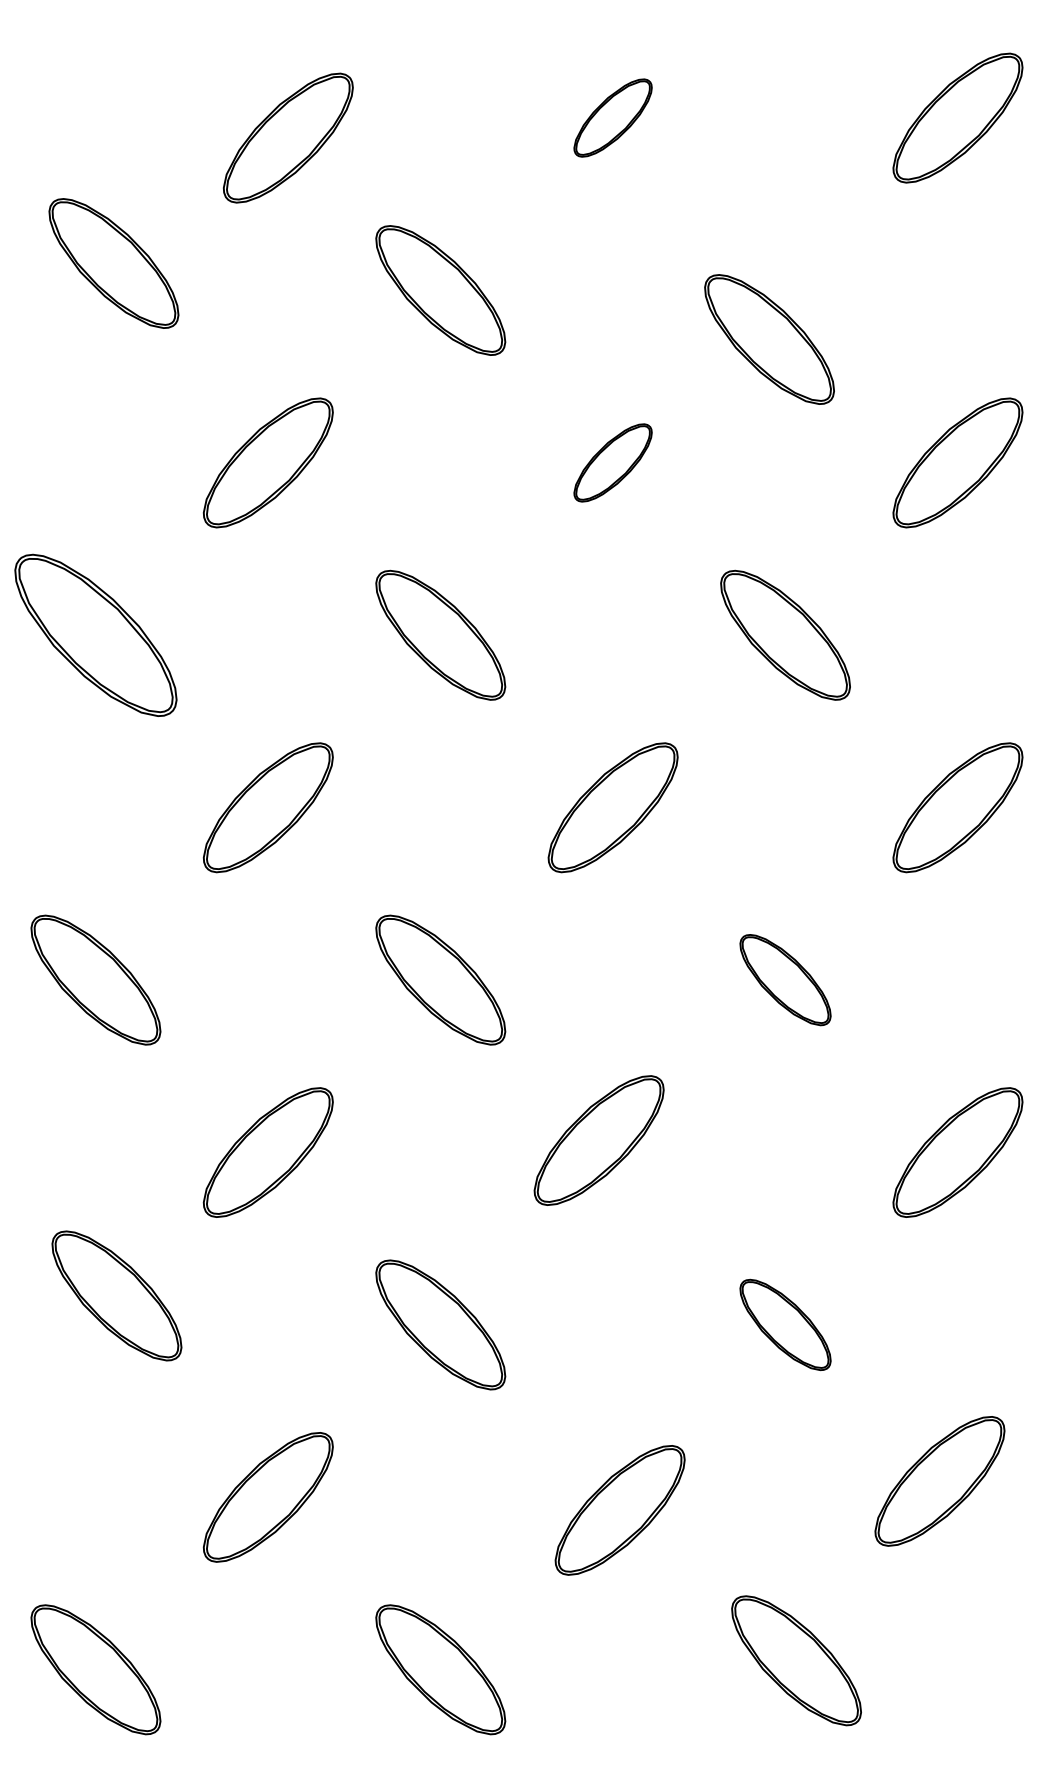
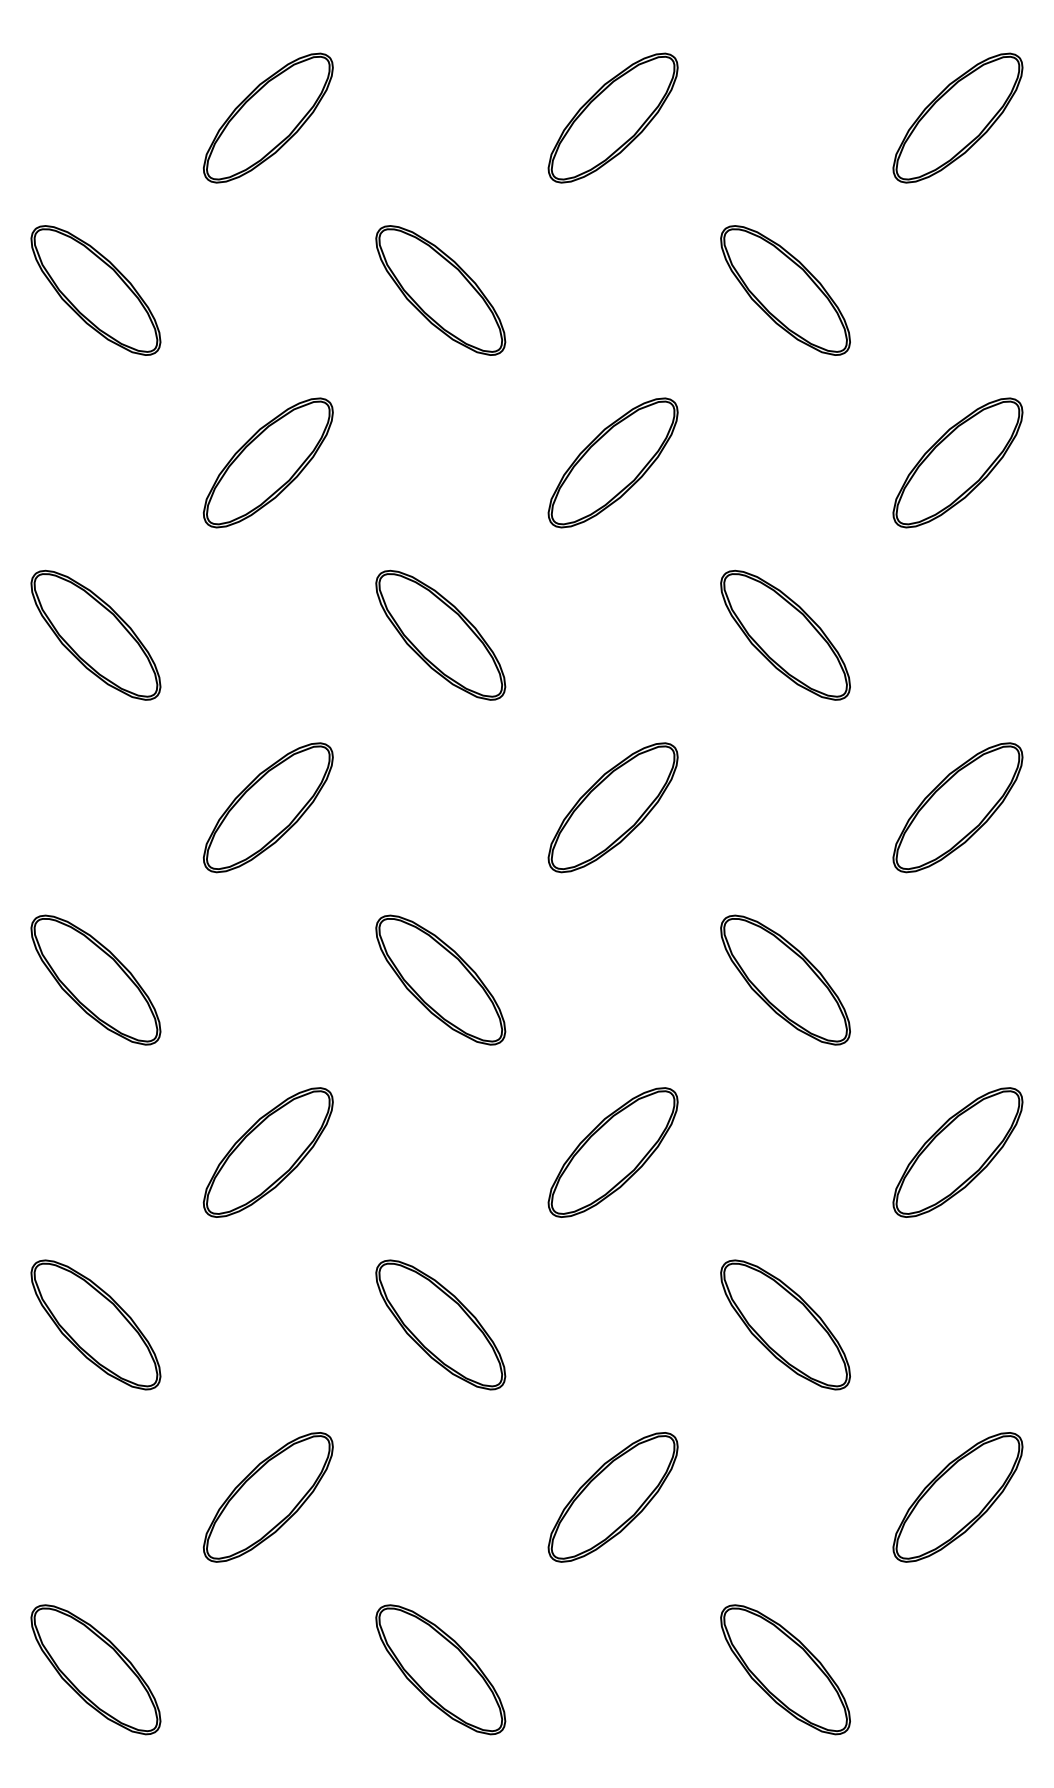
part at (612, 117) size: 80x80 px -> 132x132 px
part at (287, 137) position: (287, 137) -> (267, 117)
part at (113, 263) position: (113, 263) -> (95, 290)
part at (769, 339) position: (769, 339) -> (785, 290)
part at (612, 462) size: 80x80 px -> 132x132 px
part at (95, 634) size: 164x164 px -> 132x132 px
part at (785, 980) size: 93x93 px -> 131x132 px
part at (598, 1140) position: (598, 1140) -> (612, 1152)
part at (116, 1295) position: (116, 1295) -> (95, 1324)
part at (785, 1324) size: 93x94 px -> 131x132 px
part at (939, 1481) position: (939, 1481) -> (957, 1497)
part at (619, 1510) position: (619, 1510) -> (612, 1497)
part at (796, 1660) position: (796, 1660) -> (785, 1669)
